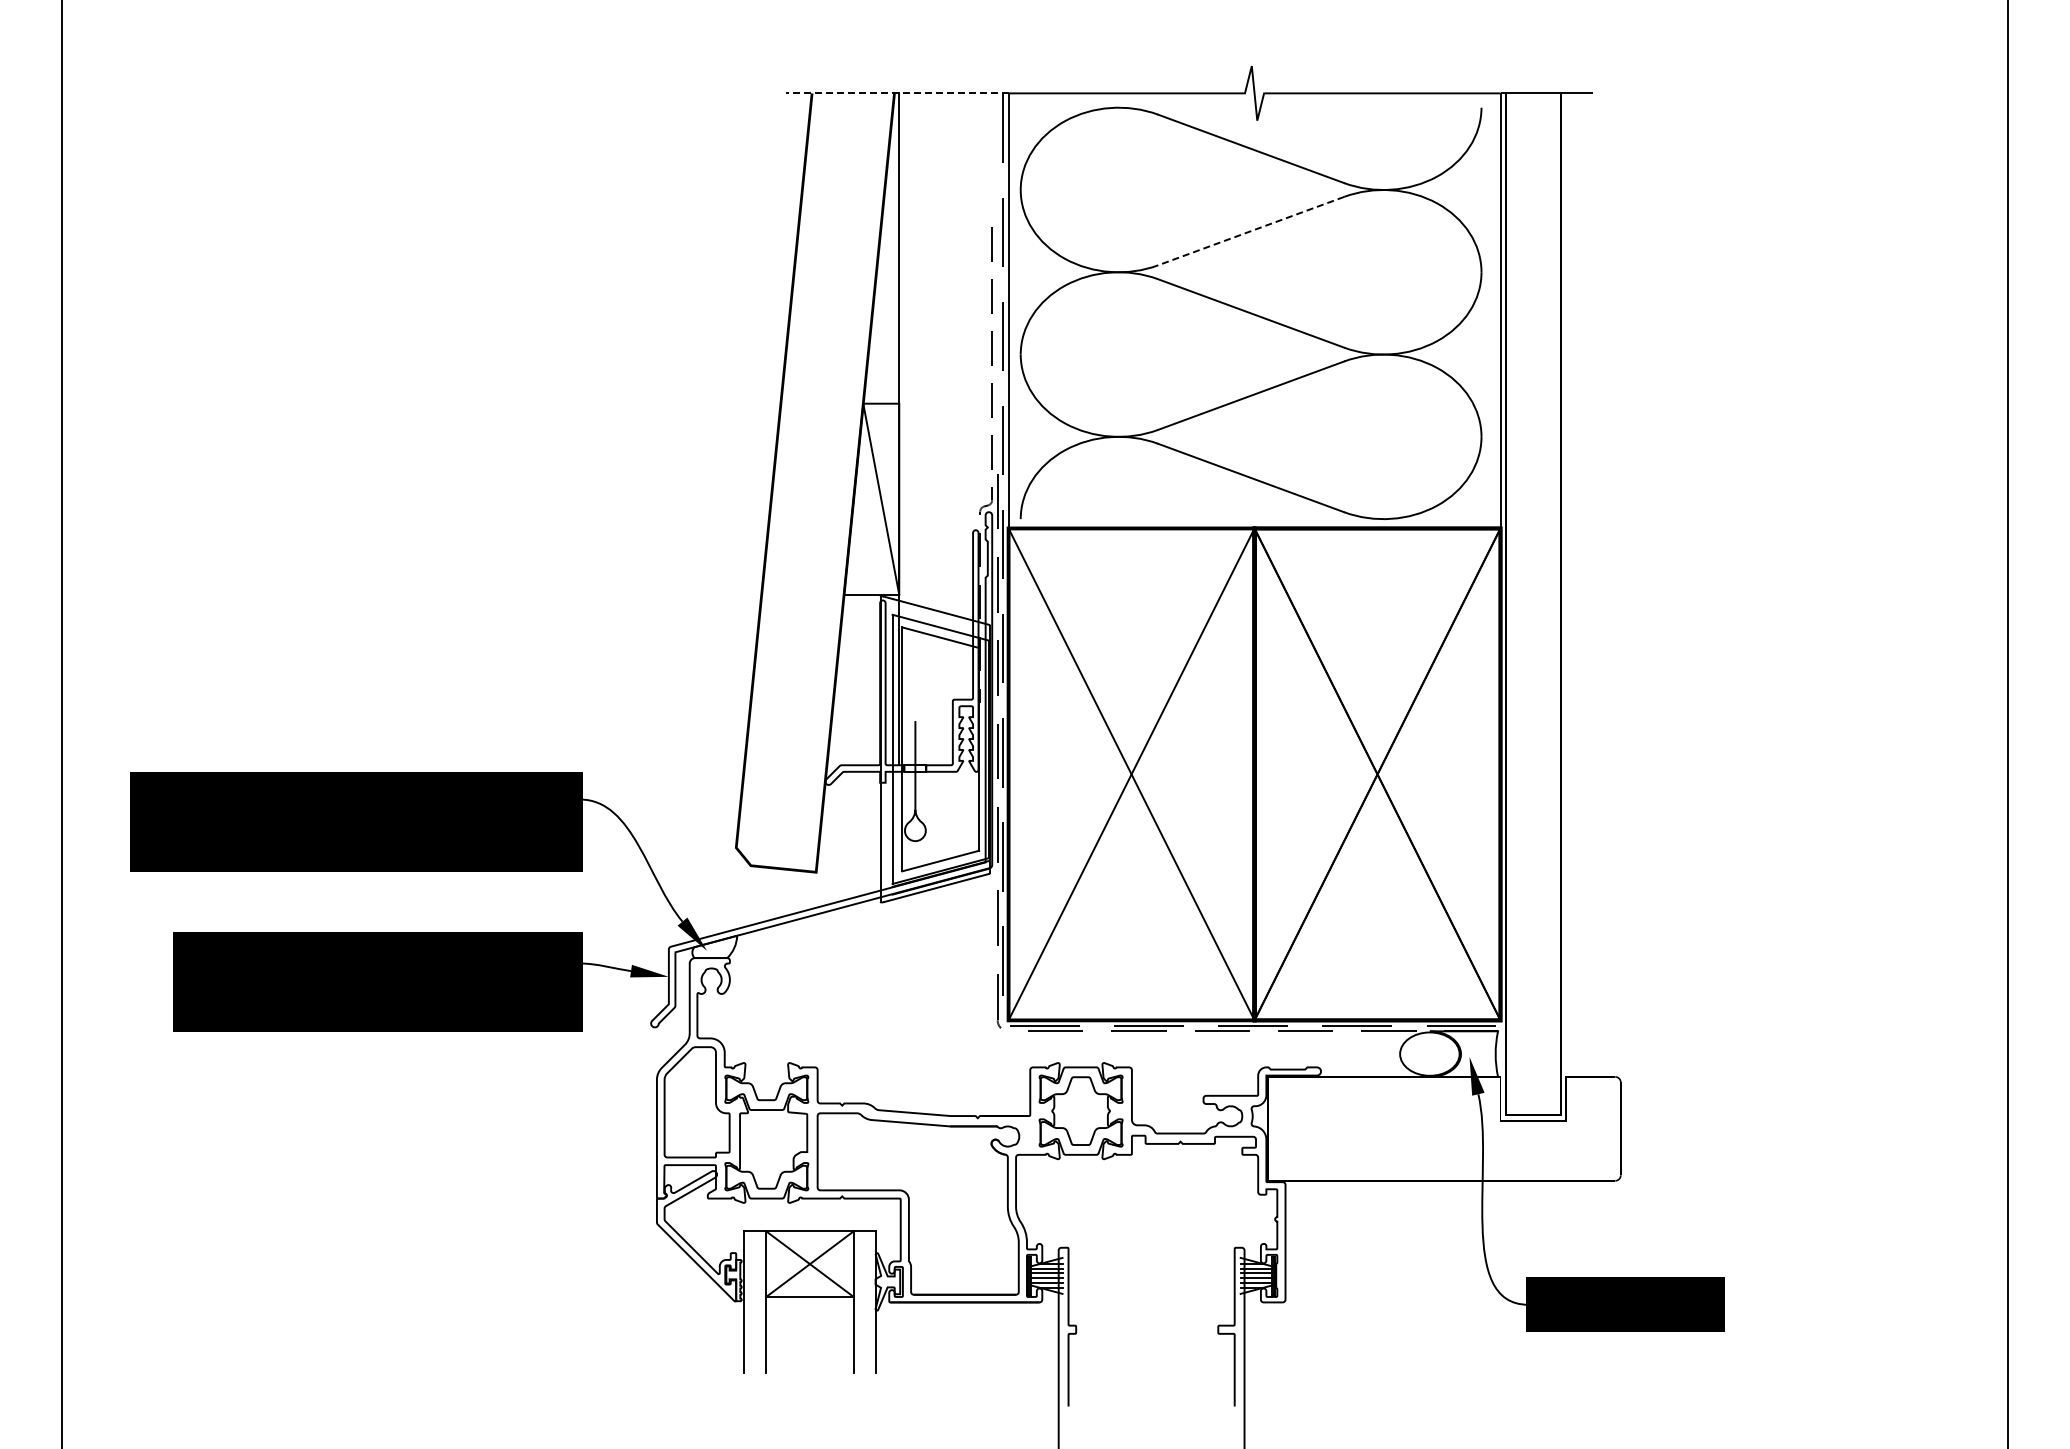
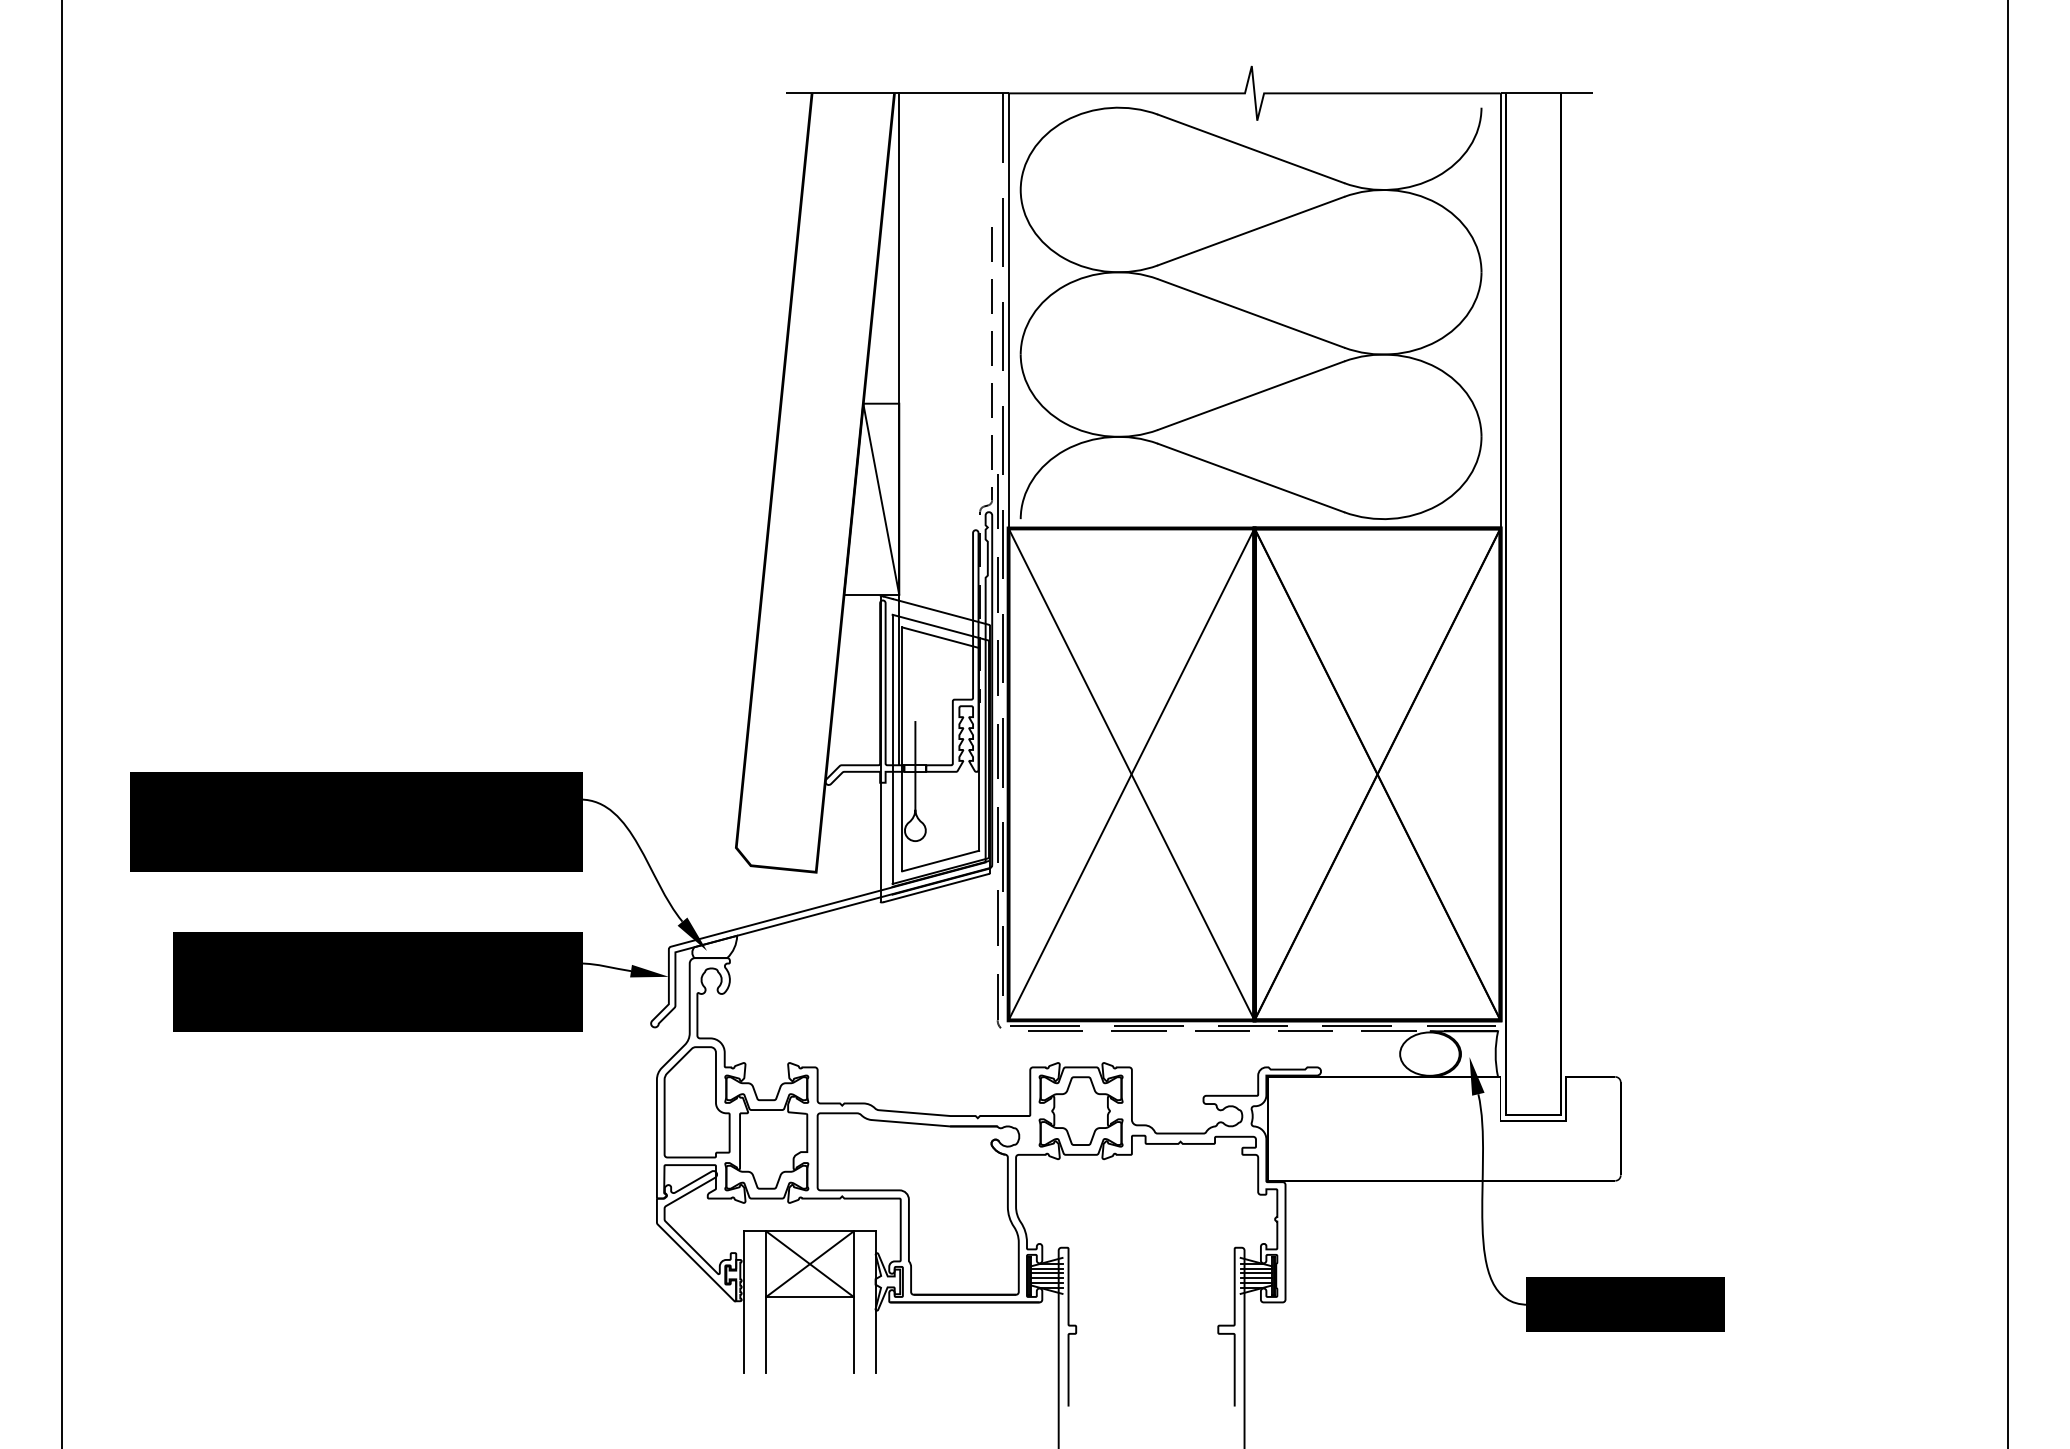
line at (896, 93): dashed -> solid
line at (1250, 231): dashed -> solid
